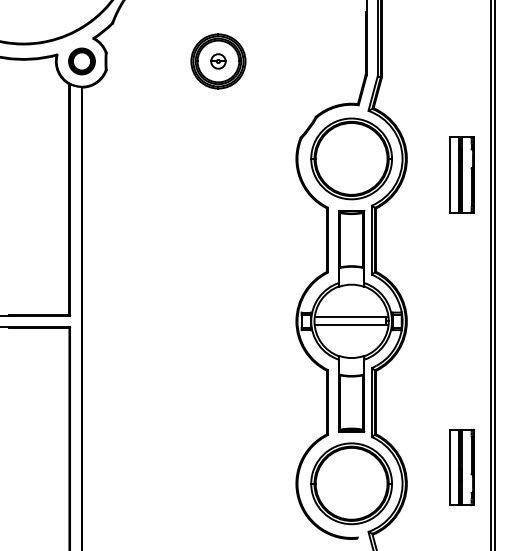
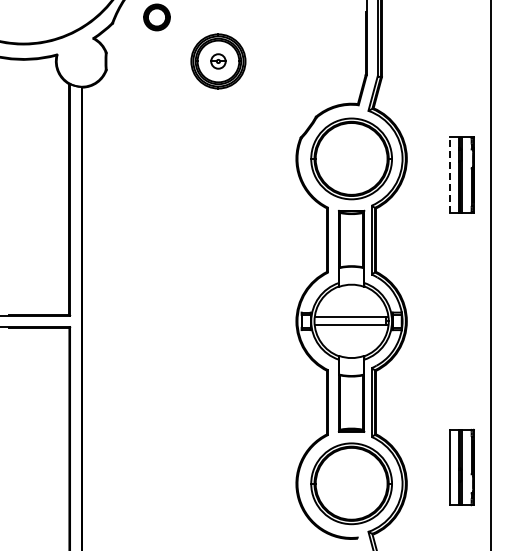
part at (81, 61) position: (81, 61) -> (156, 17)
line at (450, 175): solid -> dashed
line at (494, 274): present -> none
